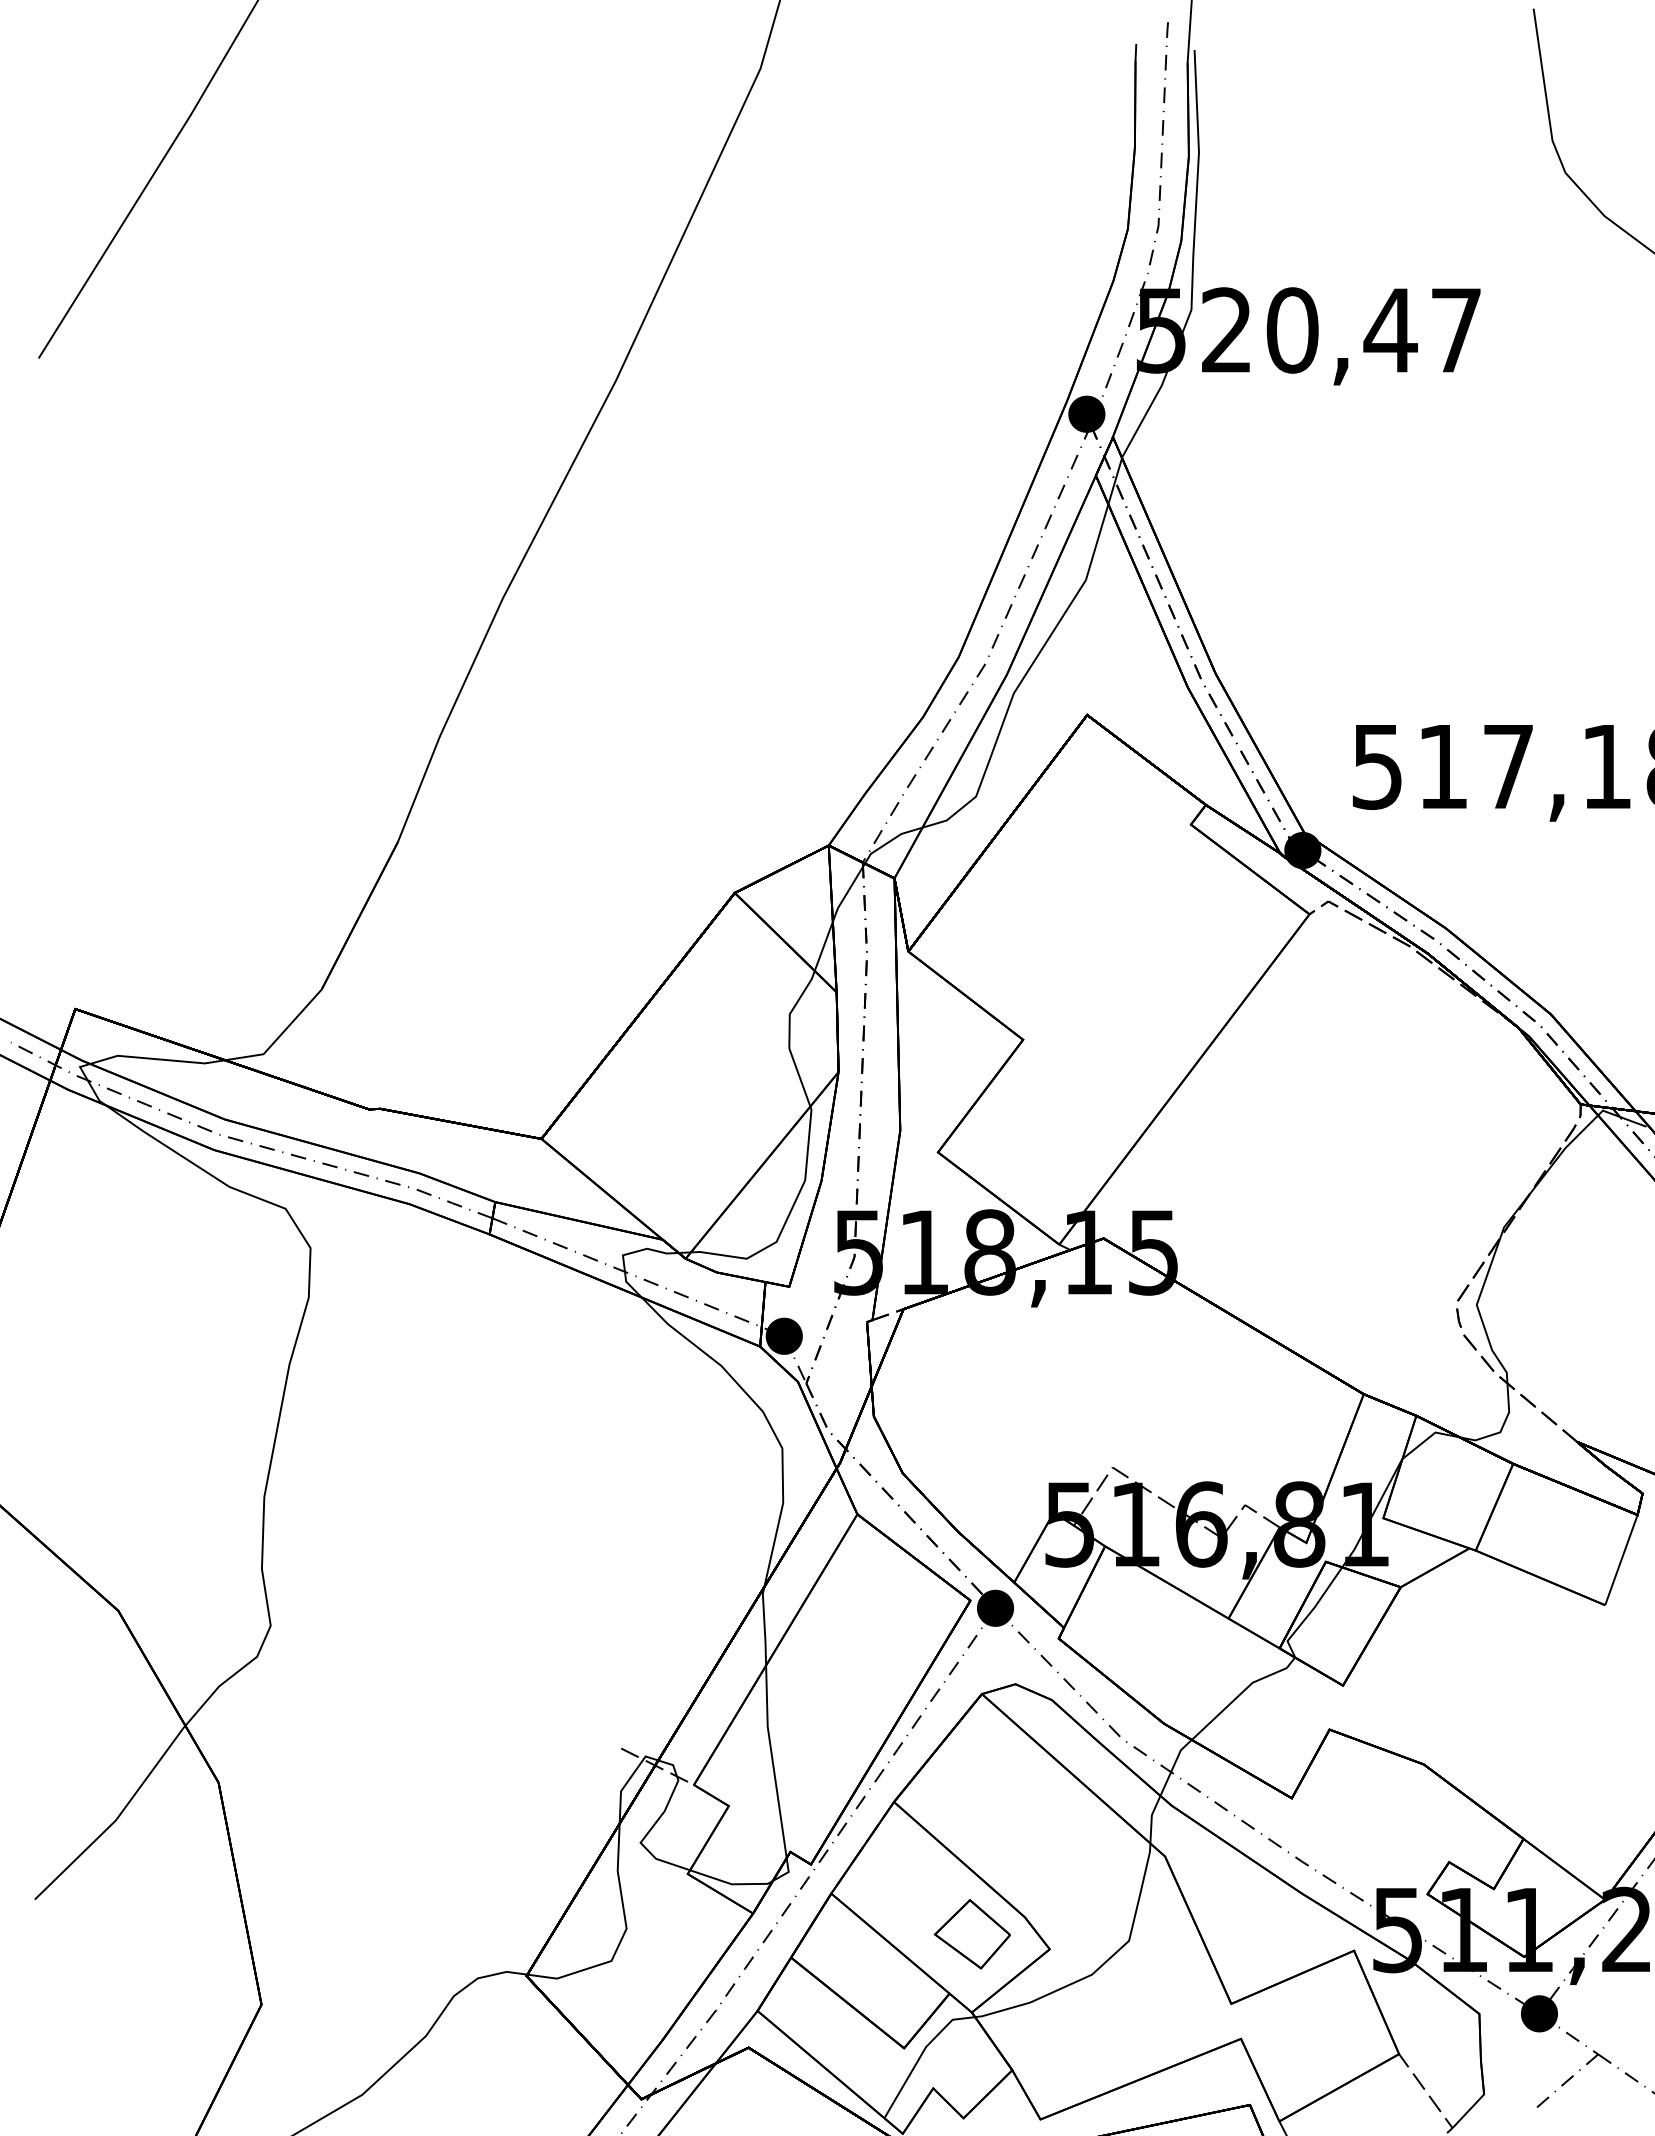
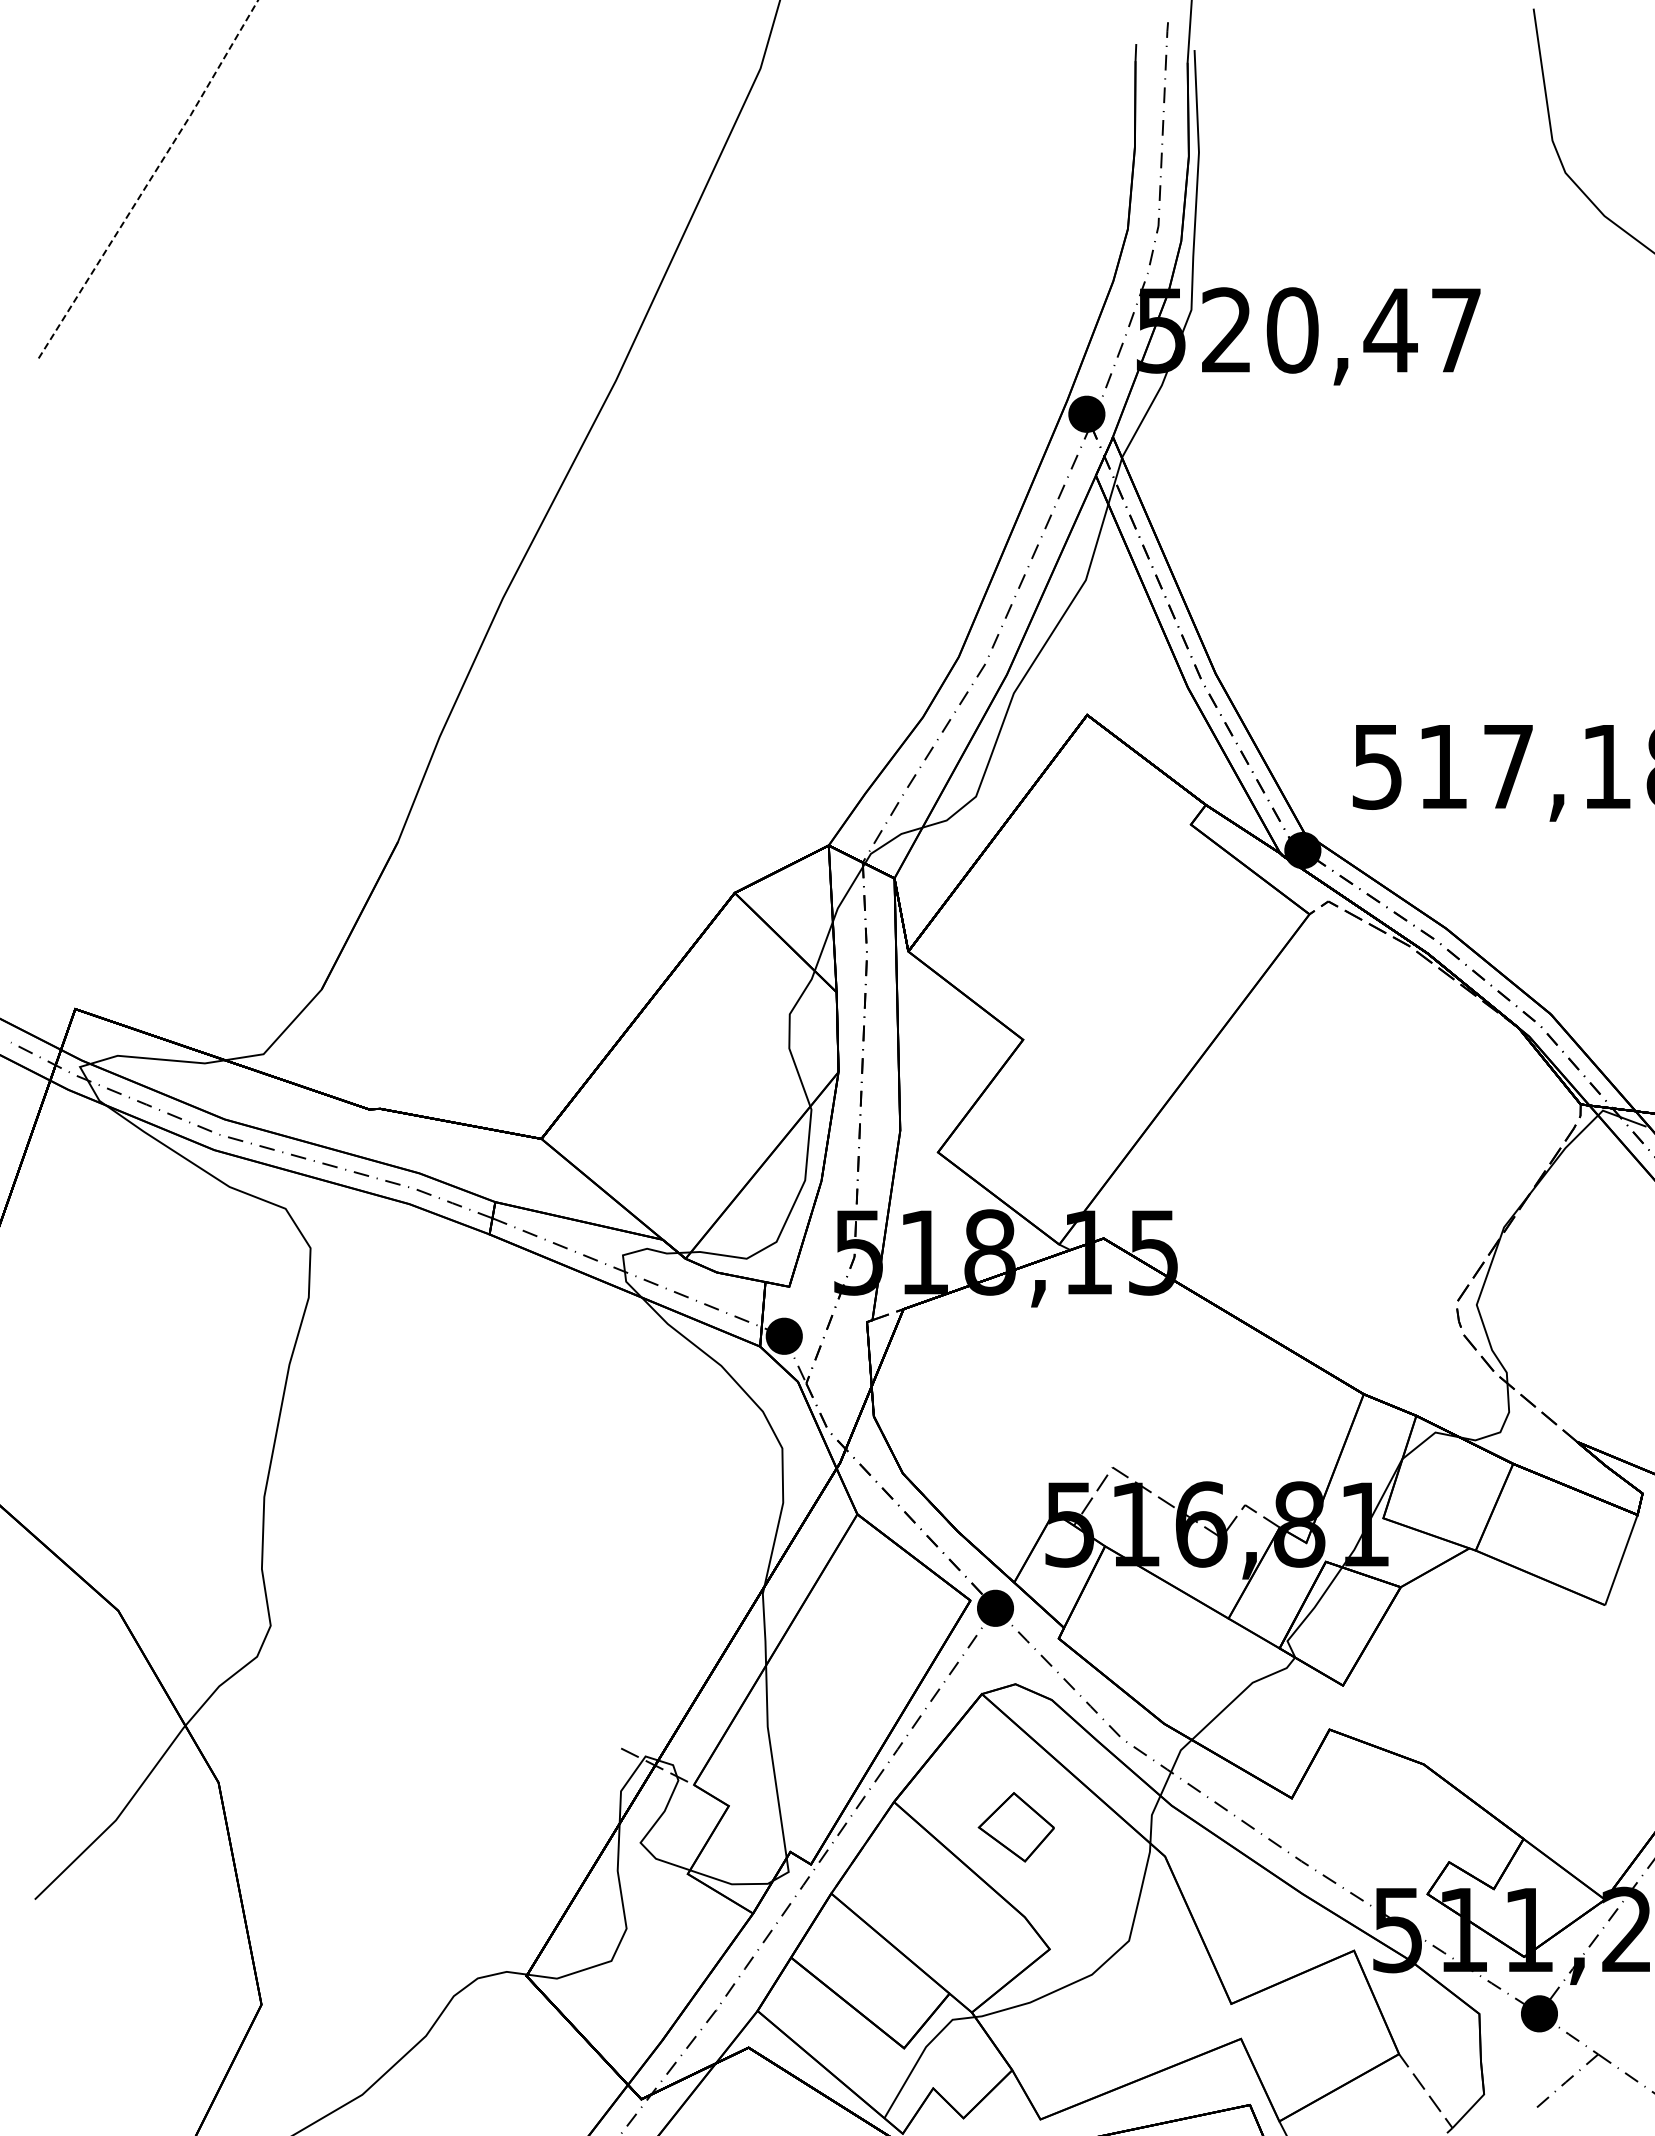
line at (150, 179): solid -> dashed
part at (971, 1934) position: (971, 1934) -> (1015, 1827)
